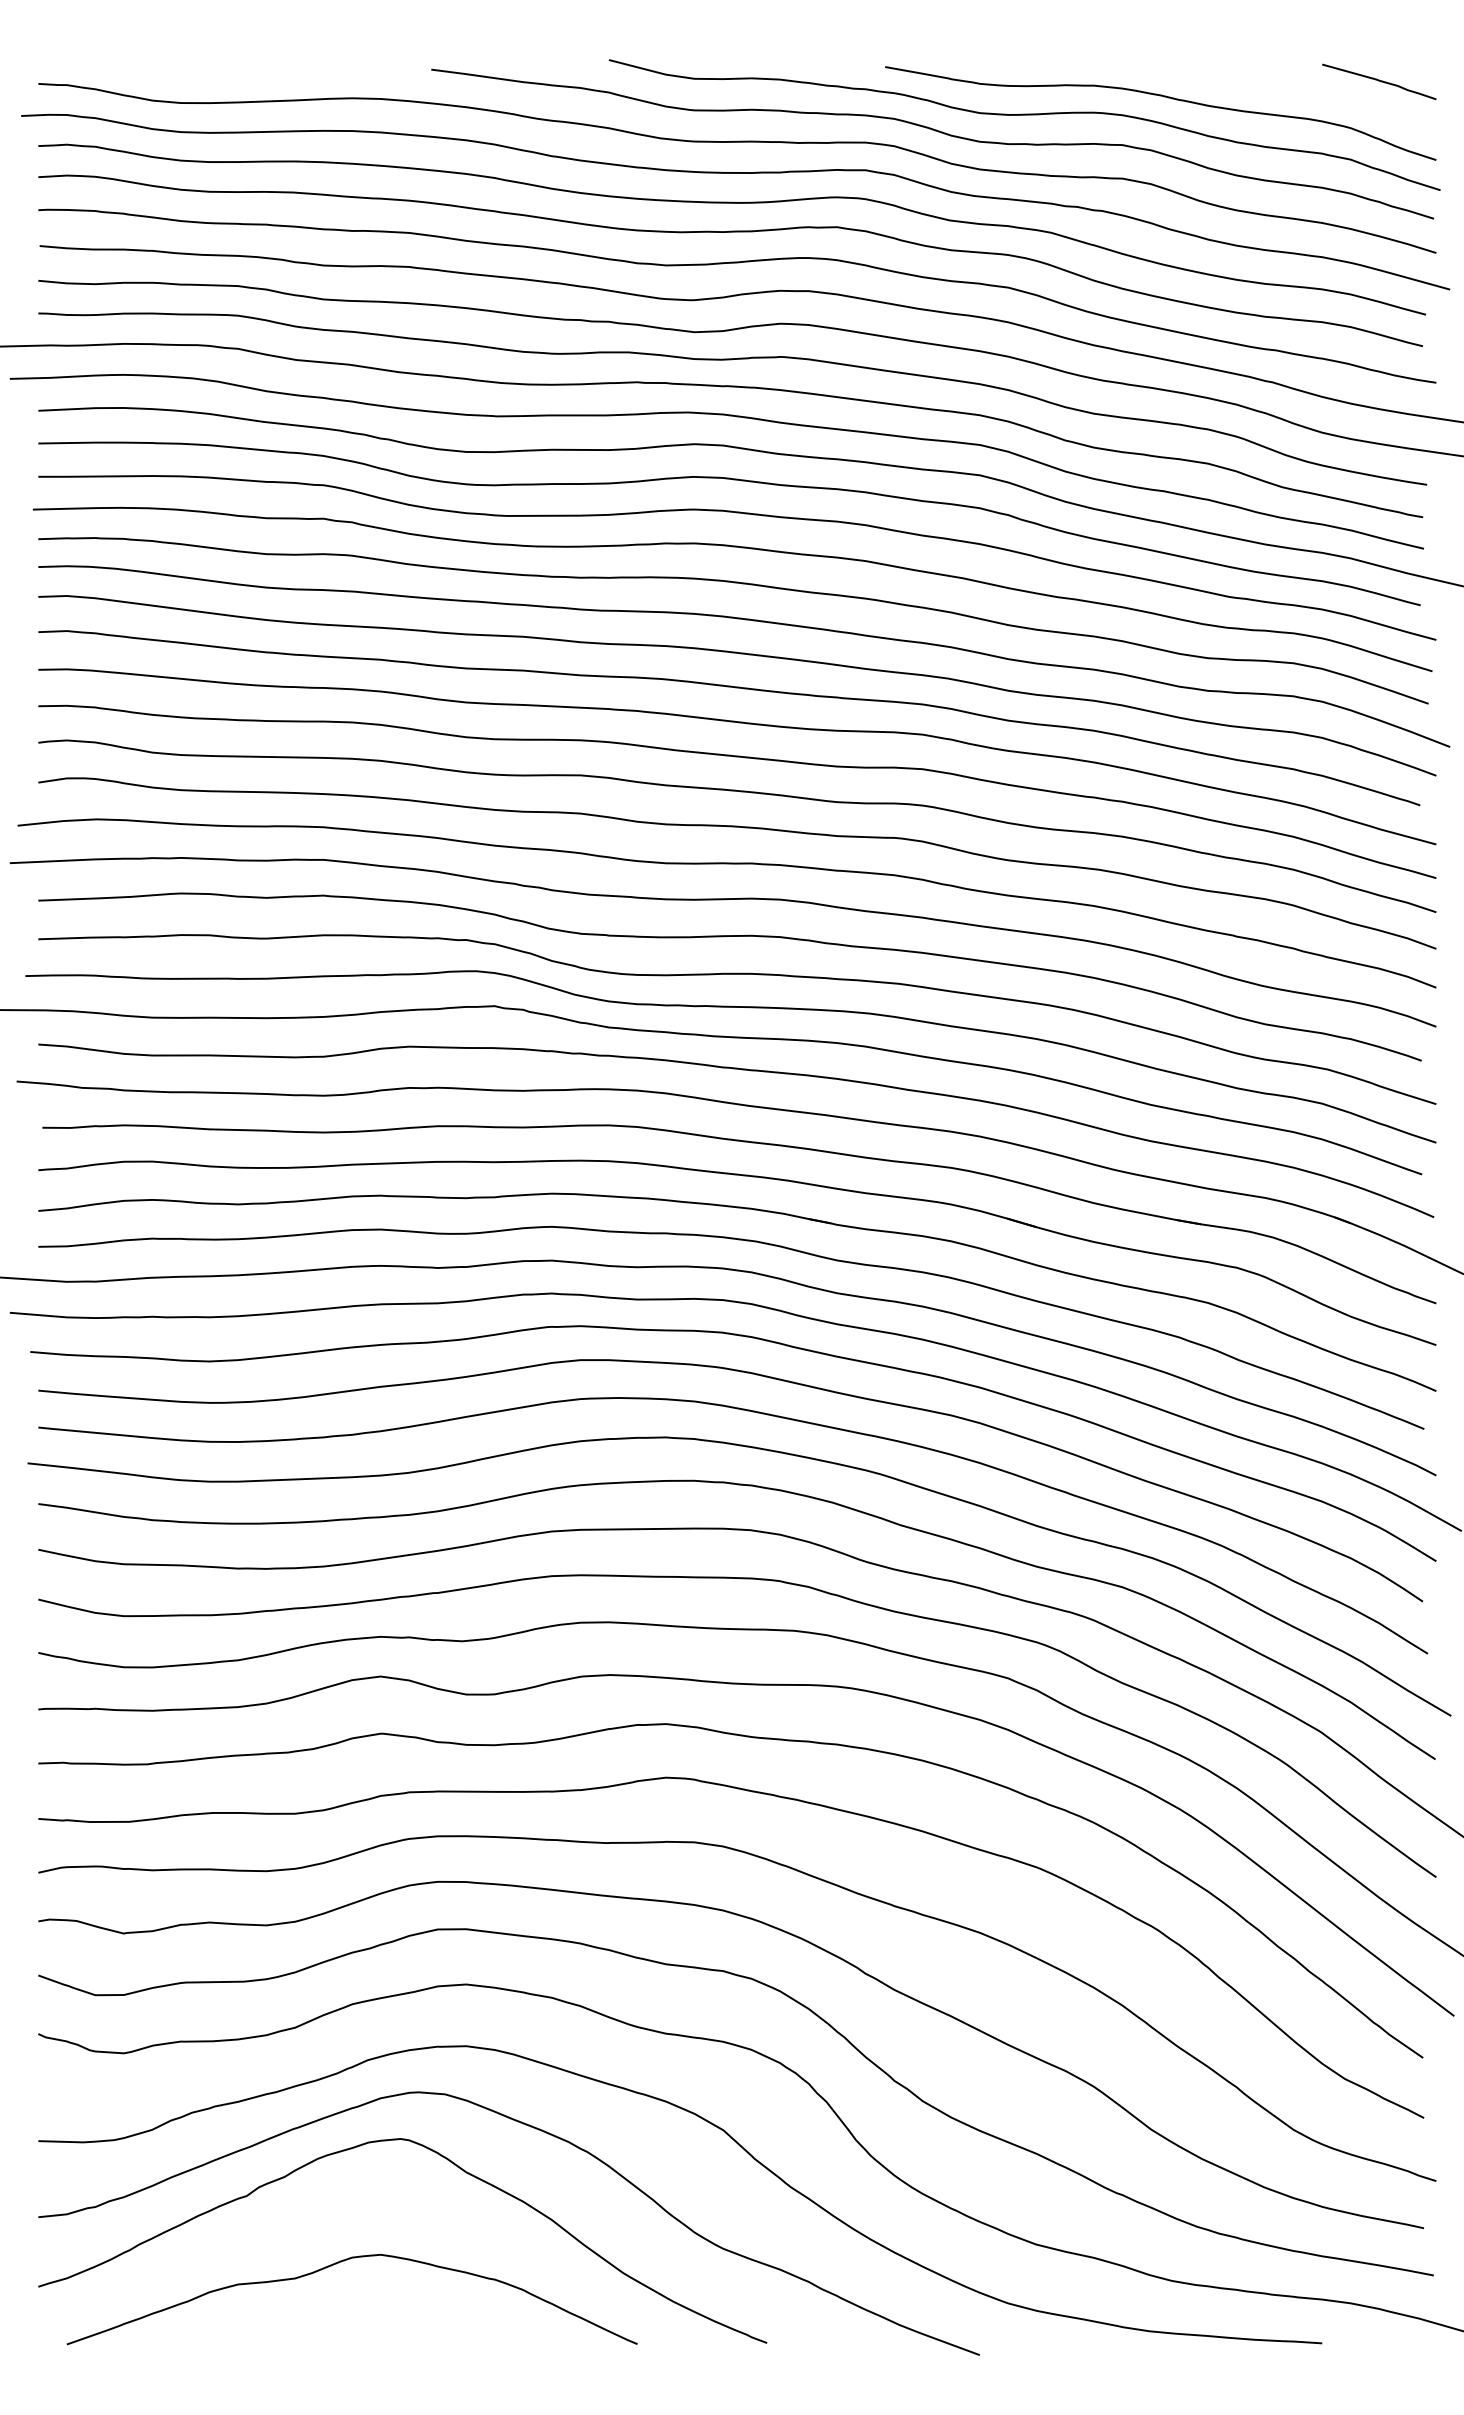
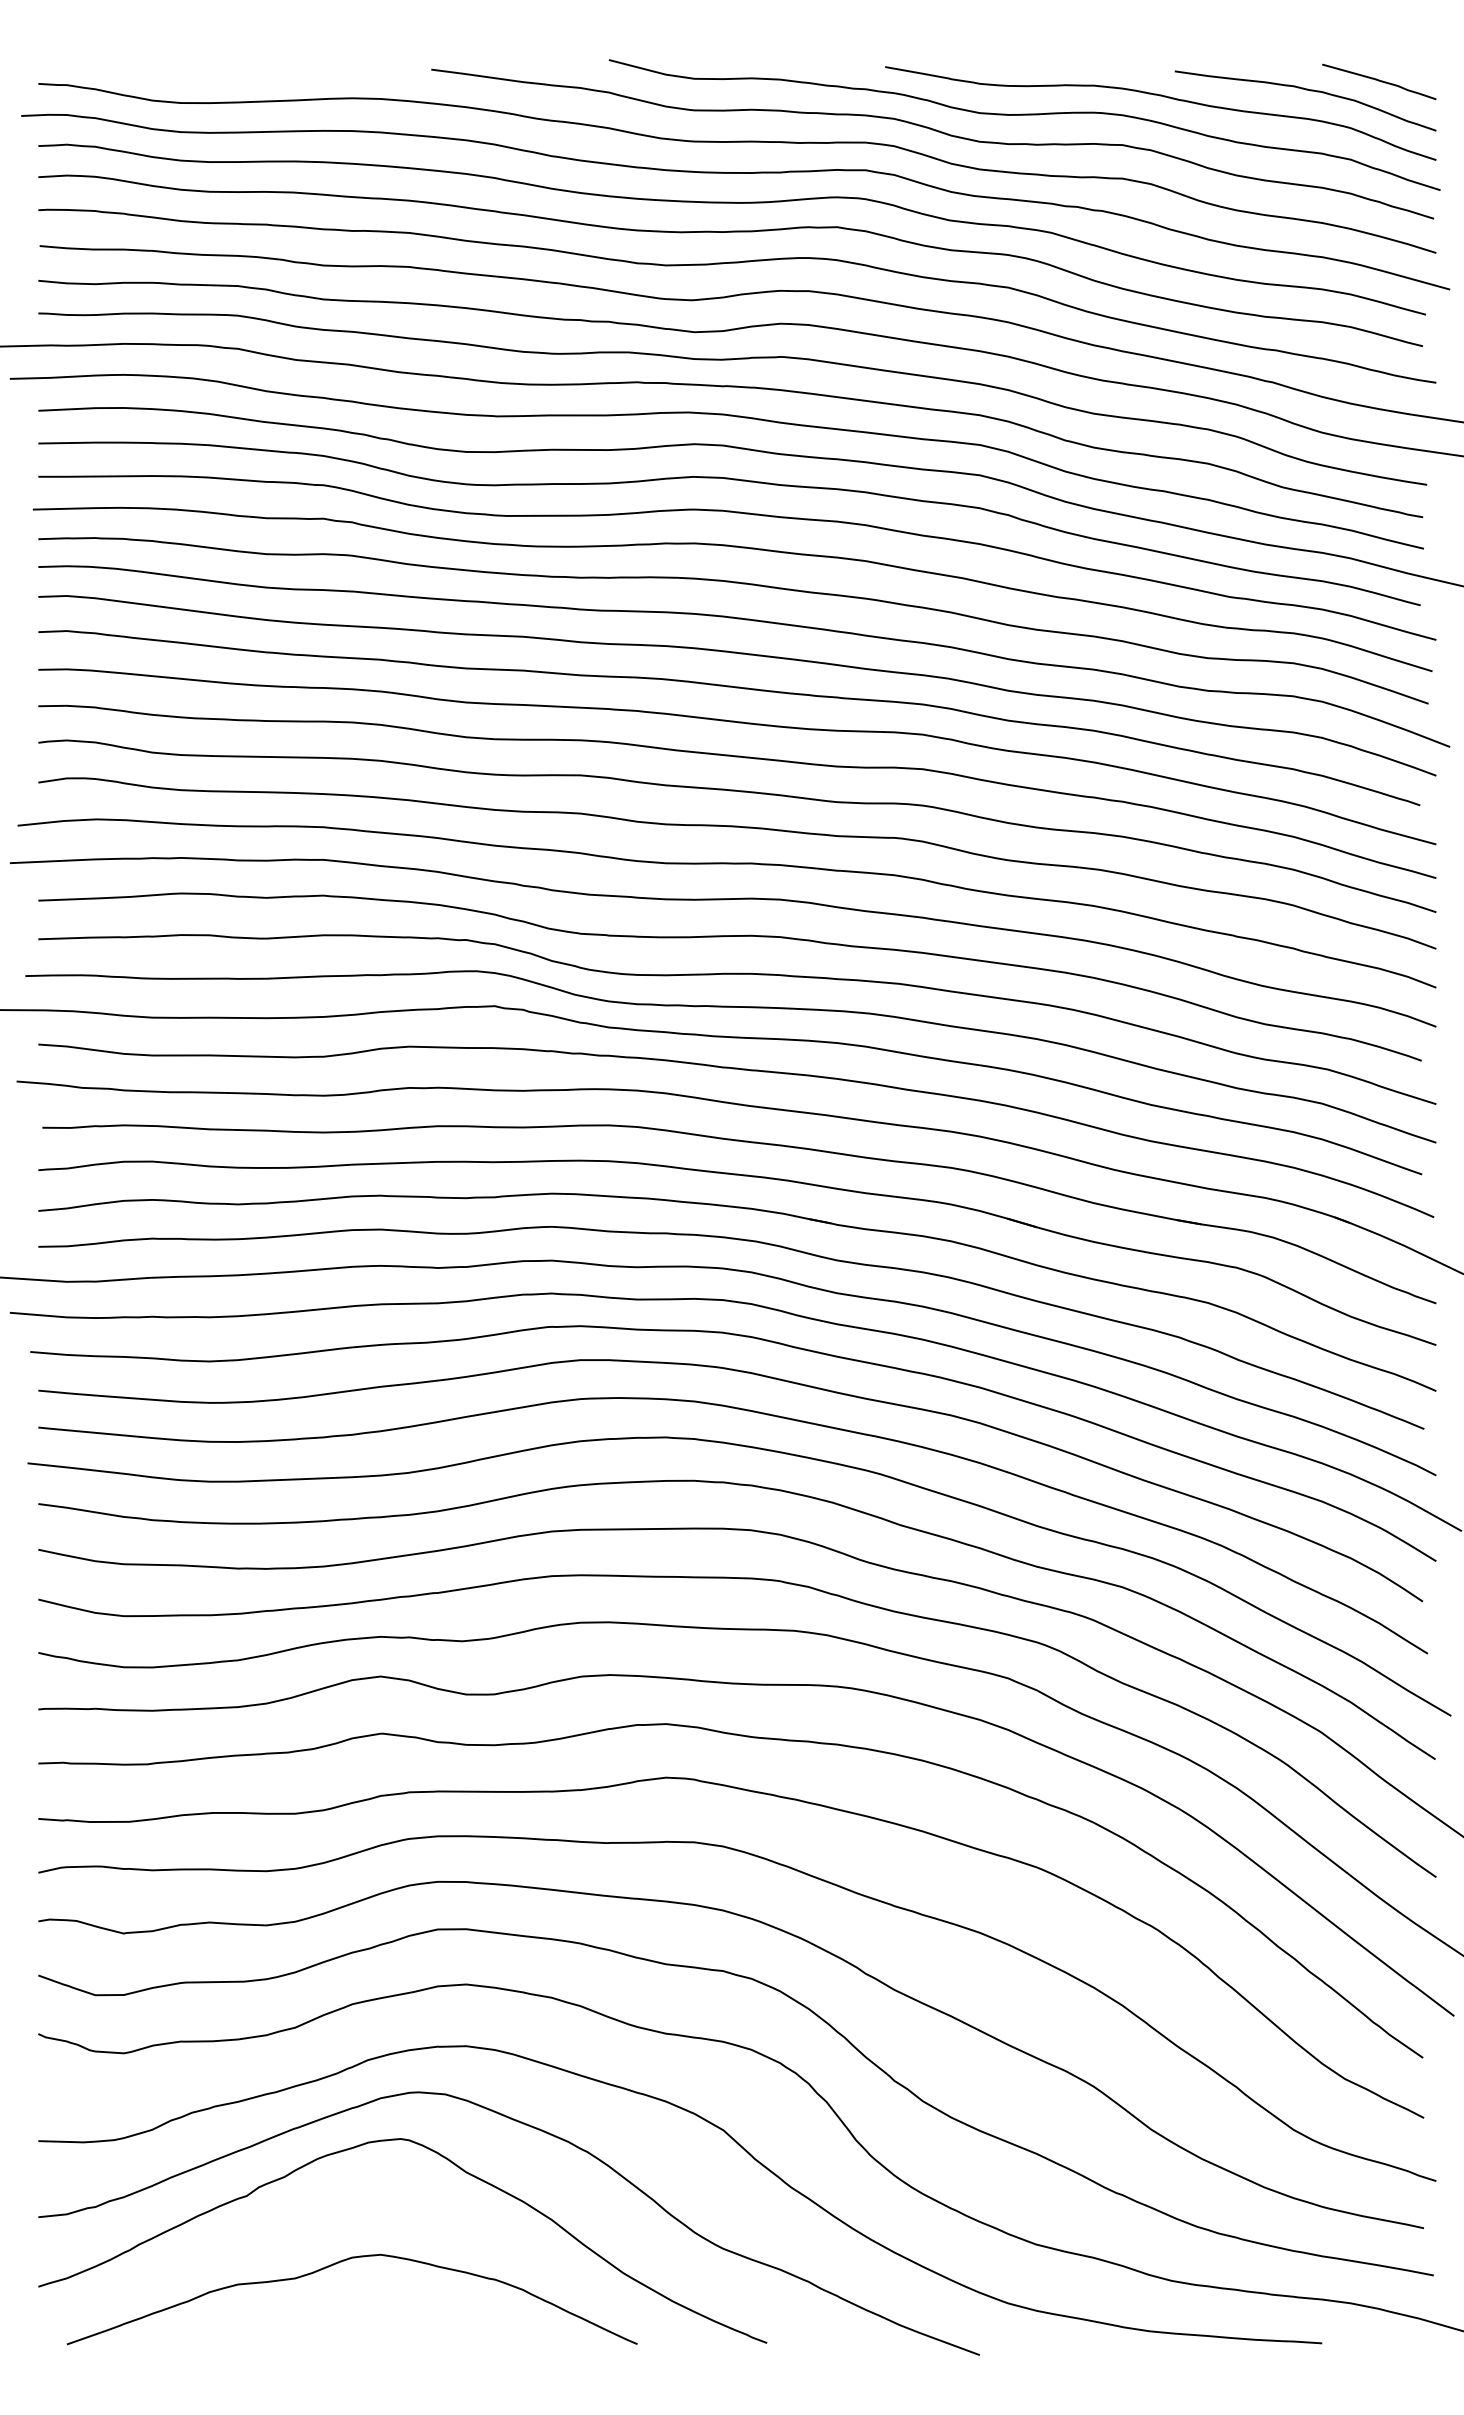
curve at (1305, 90): none -> present
